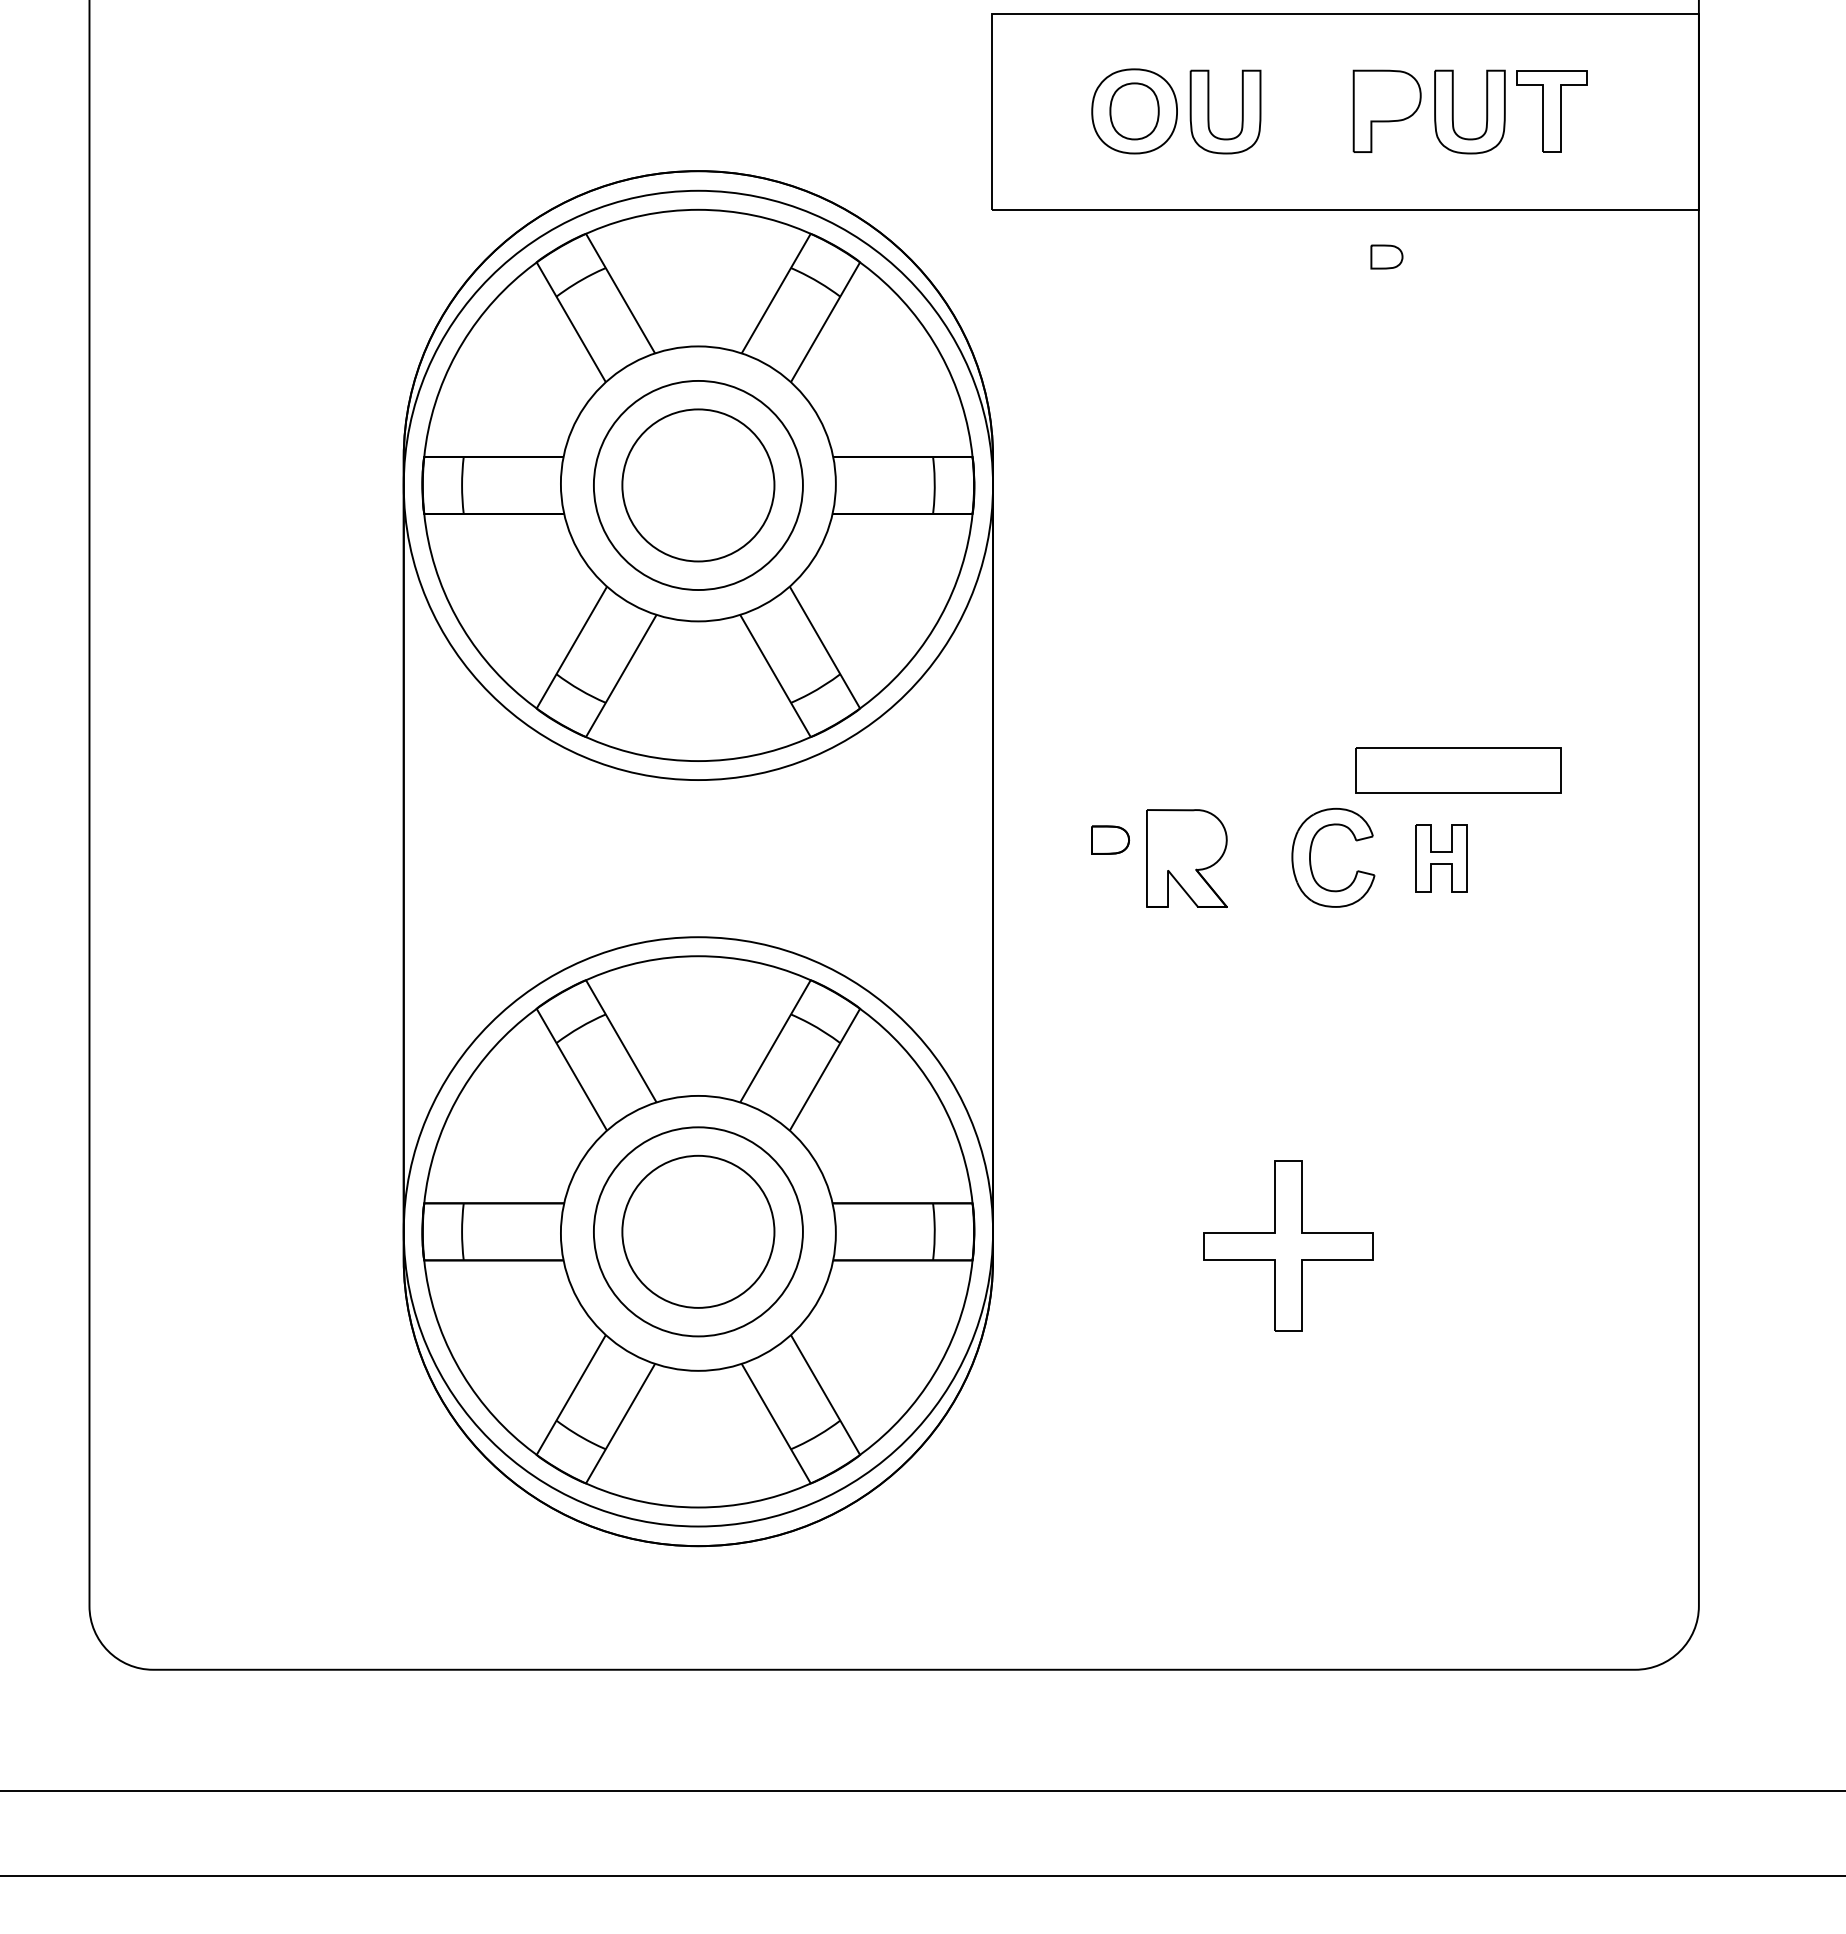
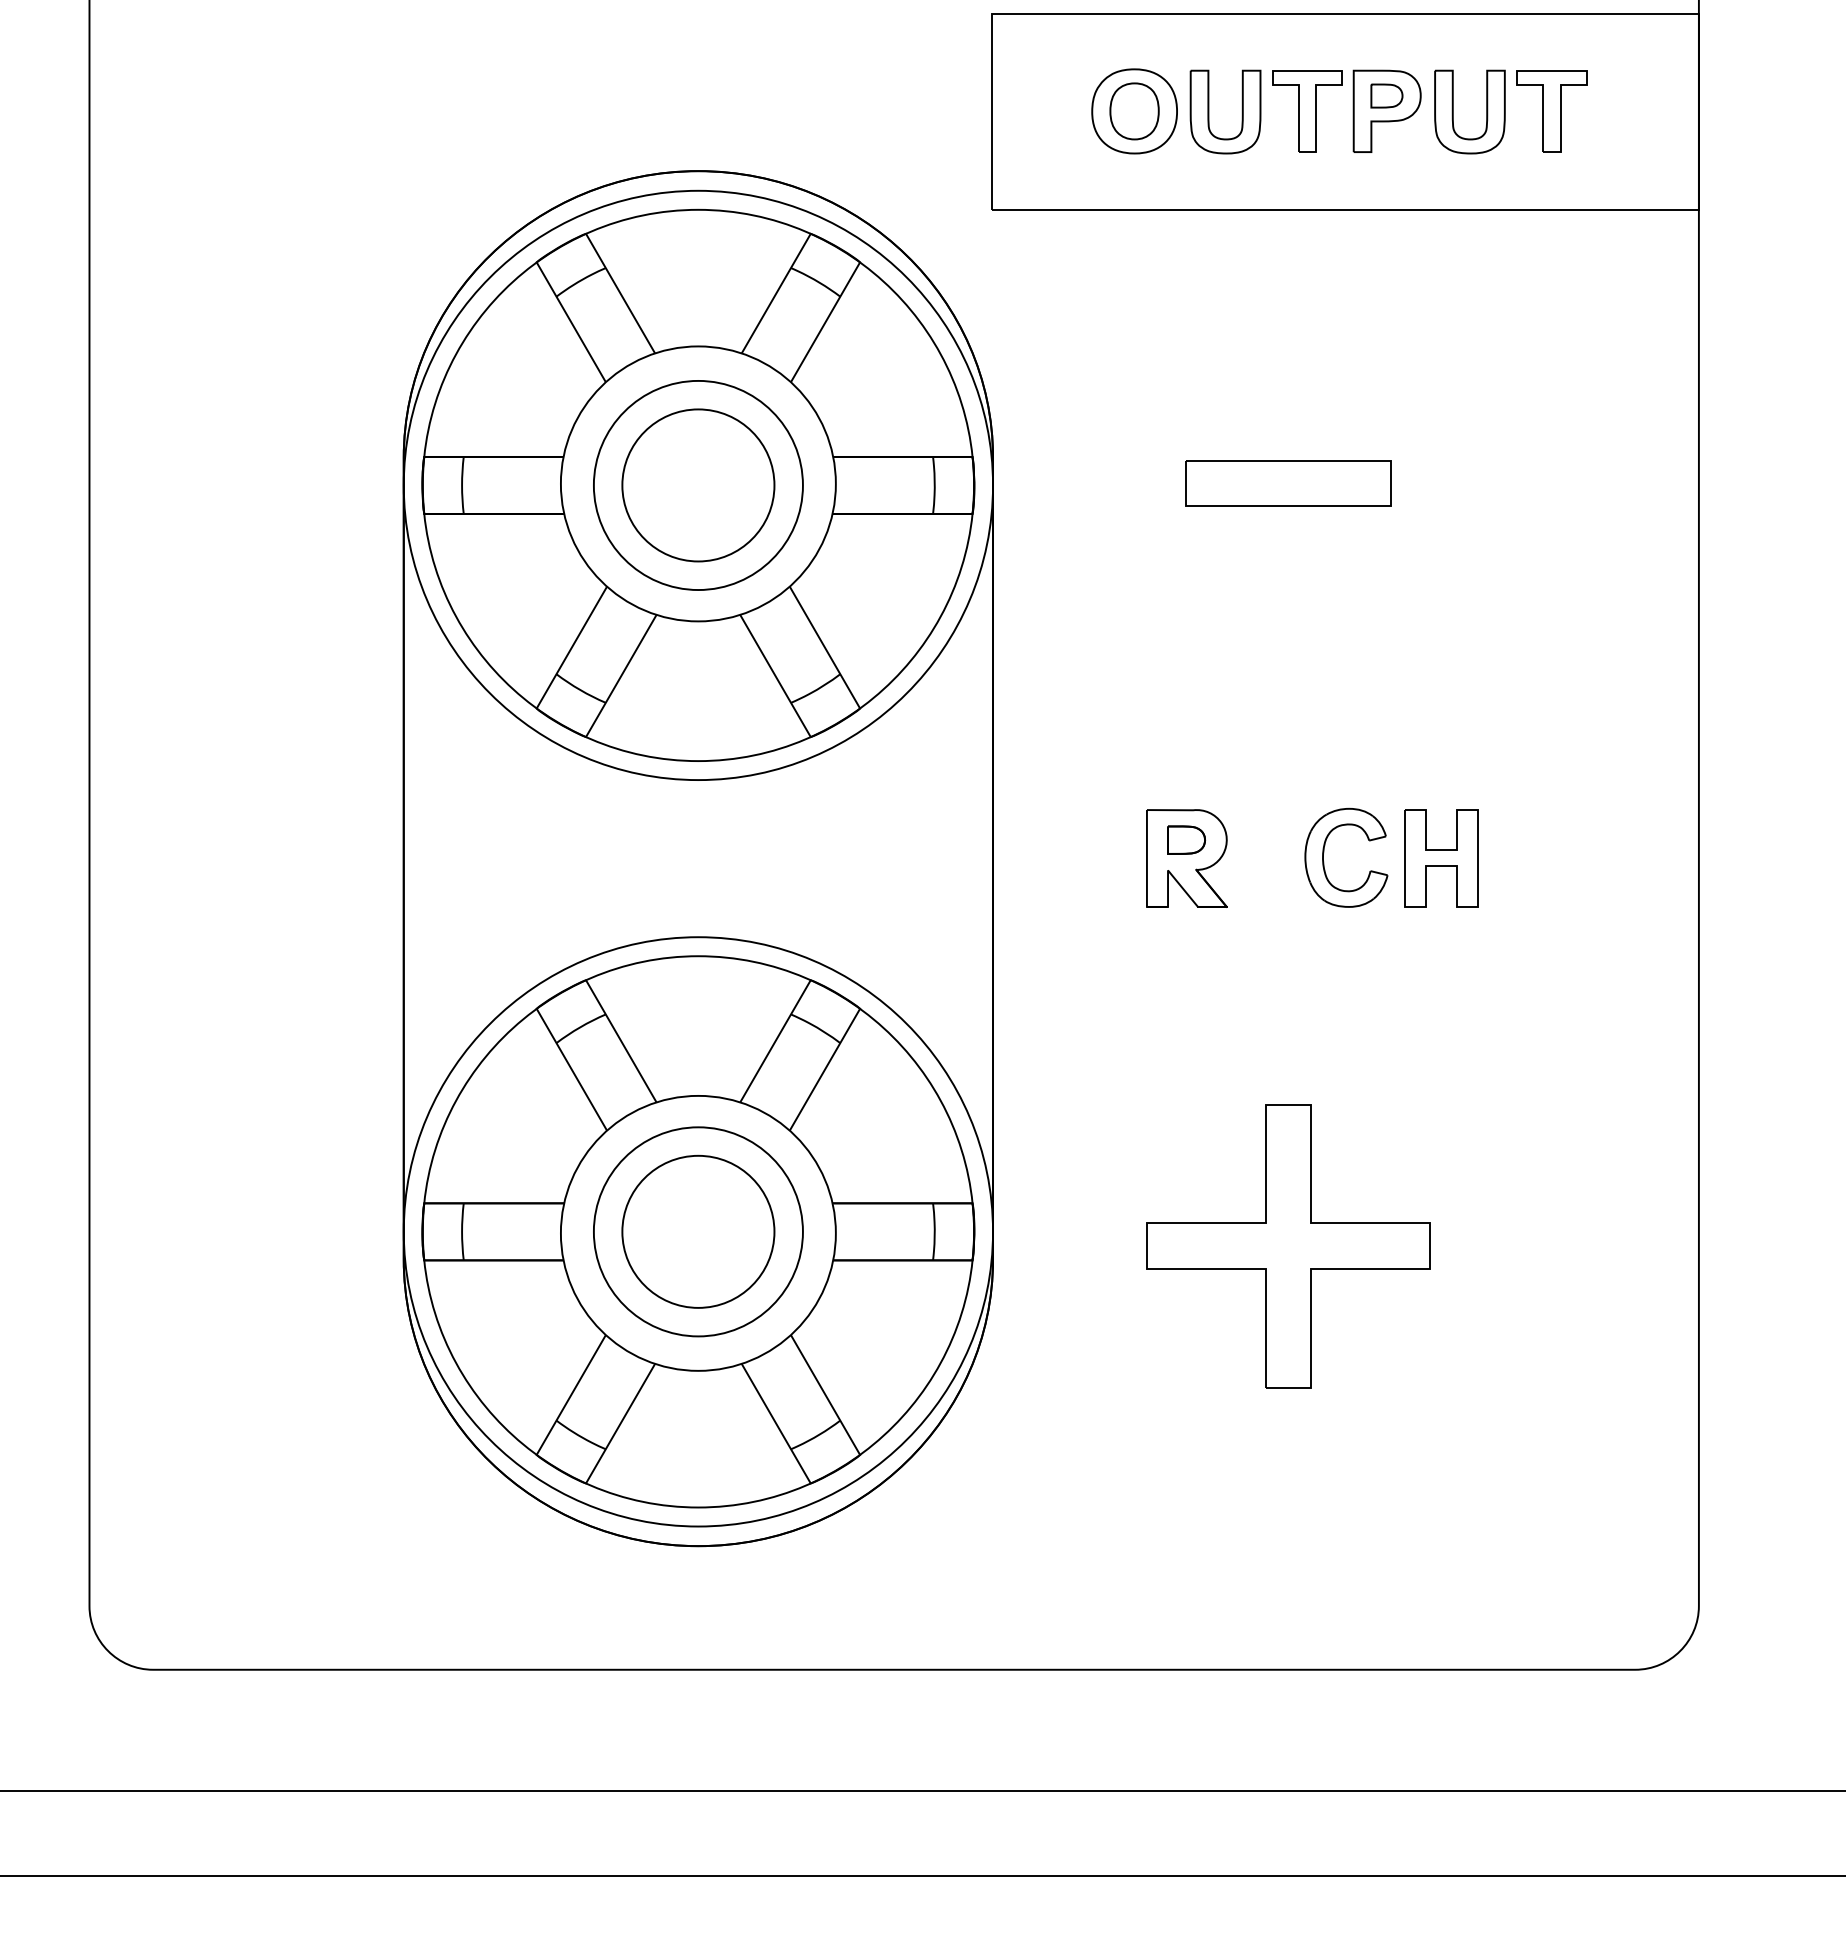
part at (1307, 111): none -> present
part at (1386, 256) position: (1386, 256) -> (1386, 95)
part at (1458, 770) position: (1458, 770) -> (1288, 483)
part at (1110, 839) position: (1110, 839) -> (1186, 839)
part at (1311, 852) position: (1311, 852) -> (1324, 852)
part at (1441, 858) size: 53x69 px -> 75x99 px
part at (1288, 1245) size: 171x172 px -> 285x285 px
